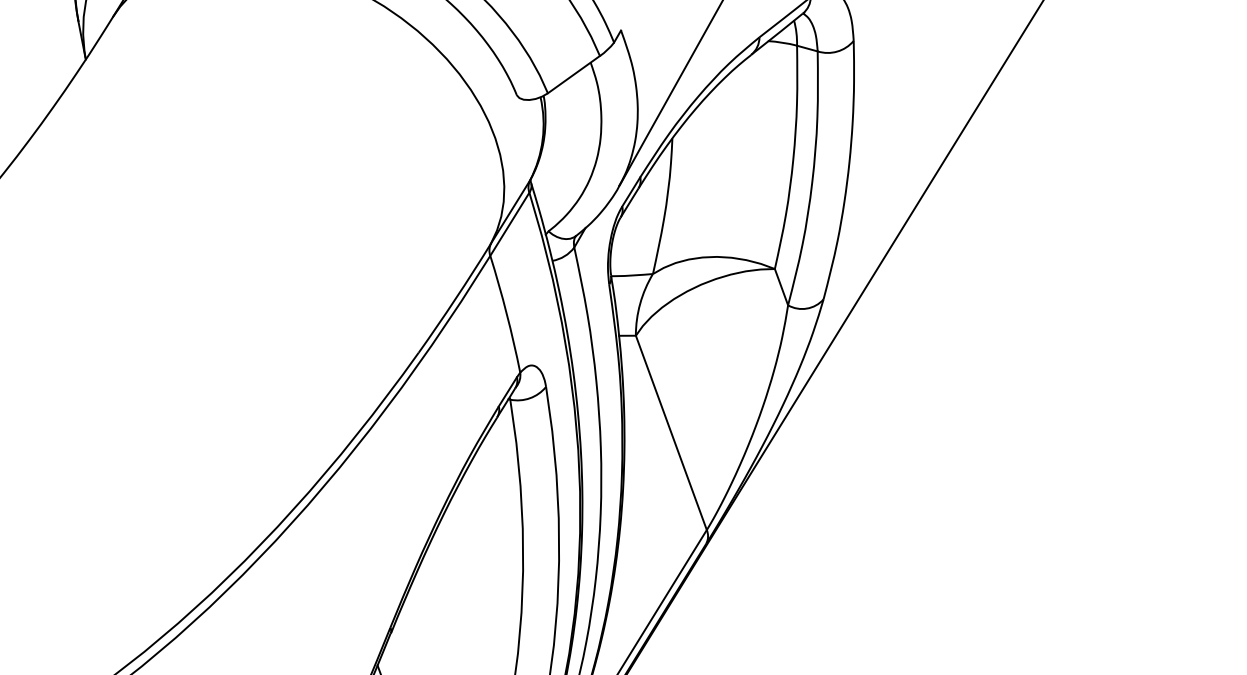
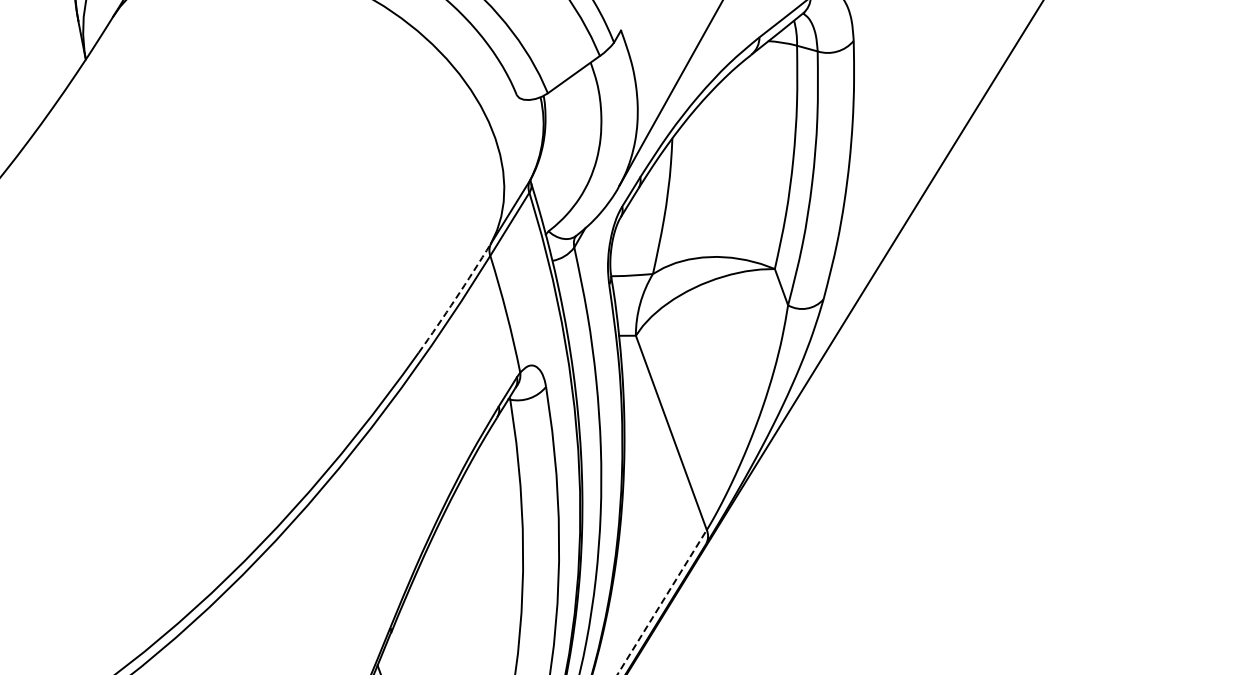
arc at (455, 298): solid -> dashed
line at (662, 602): solid -> dashed
